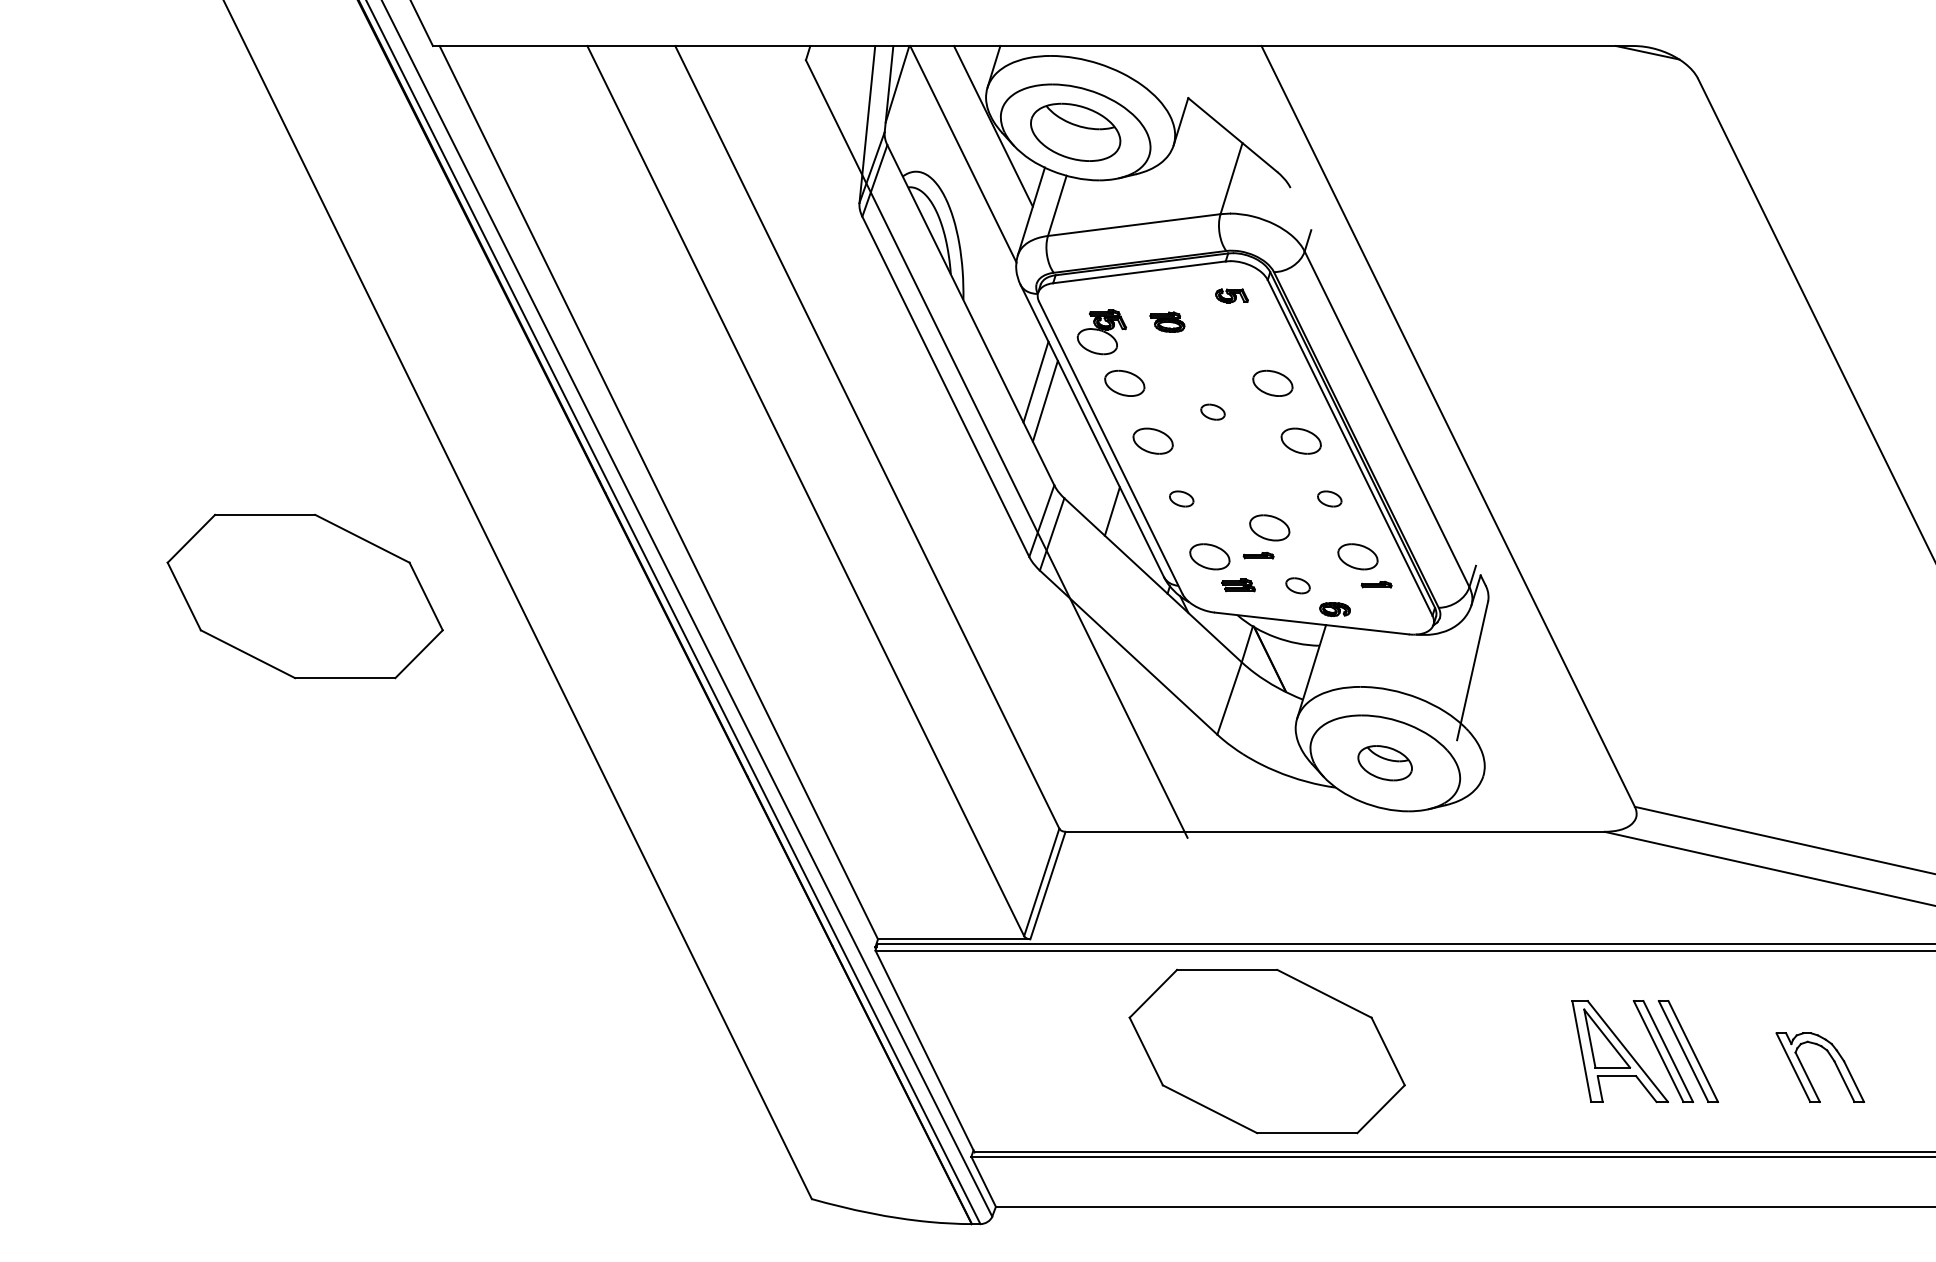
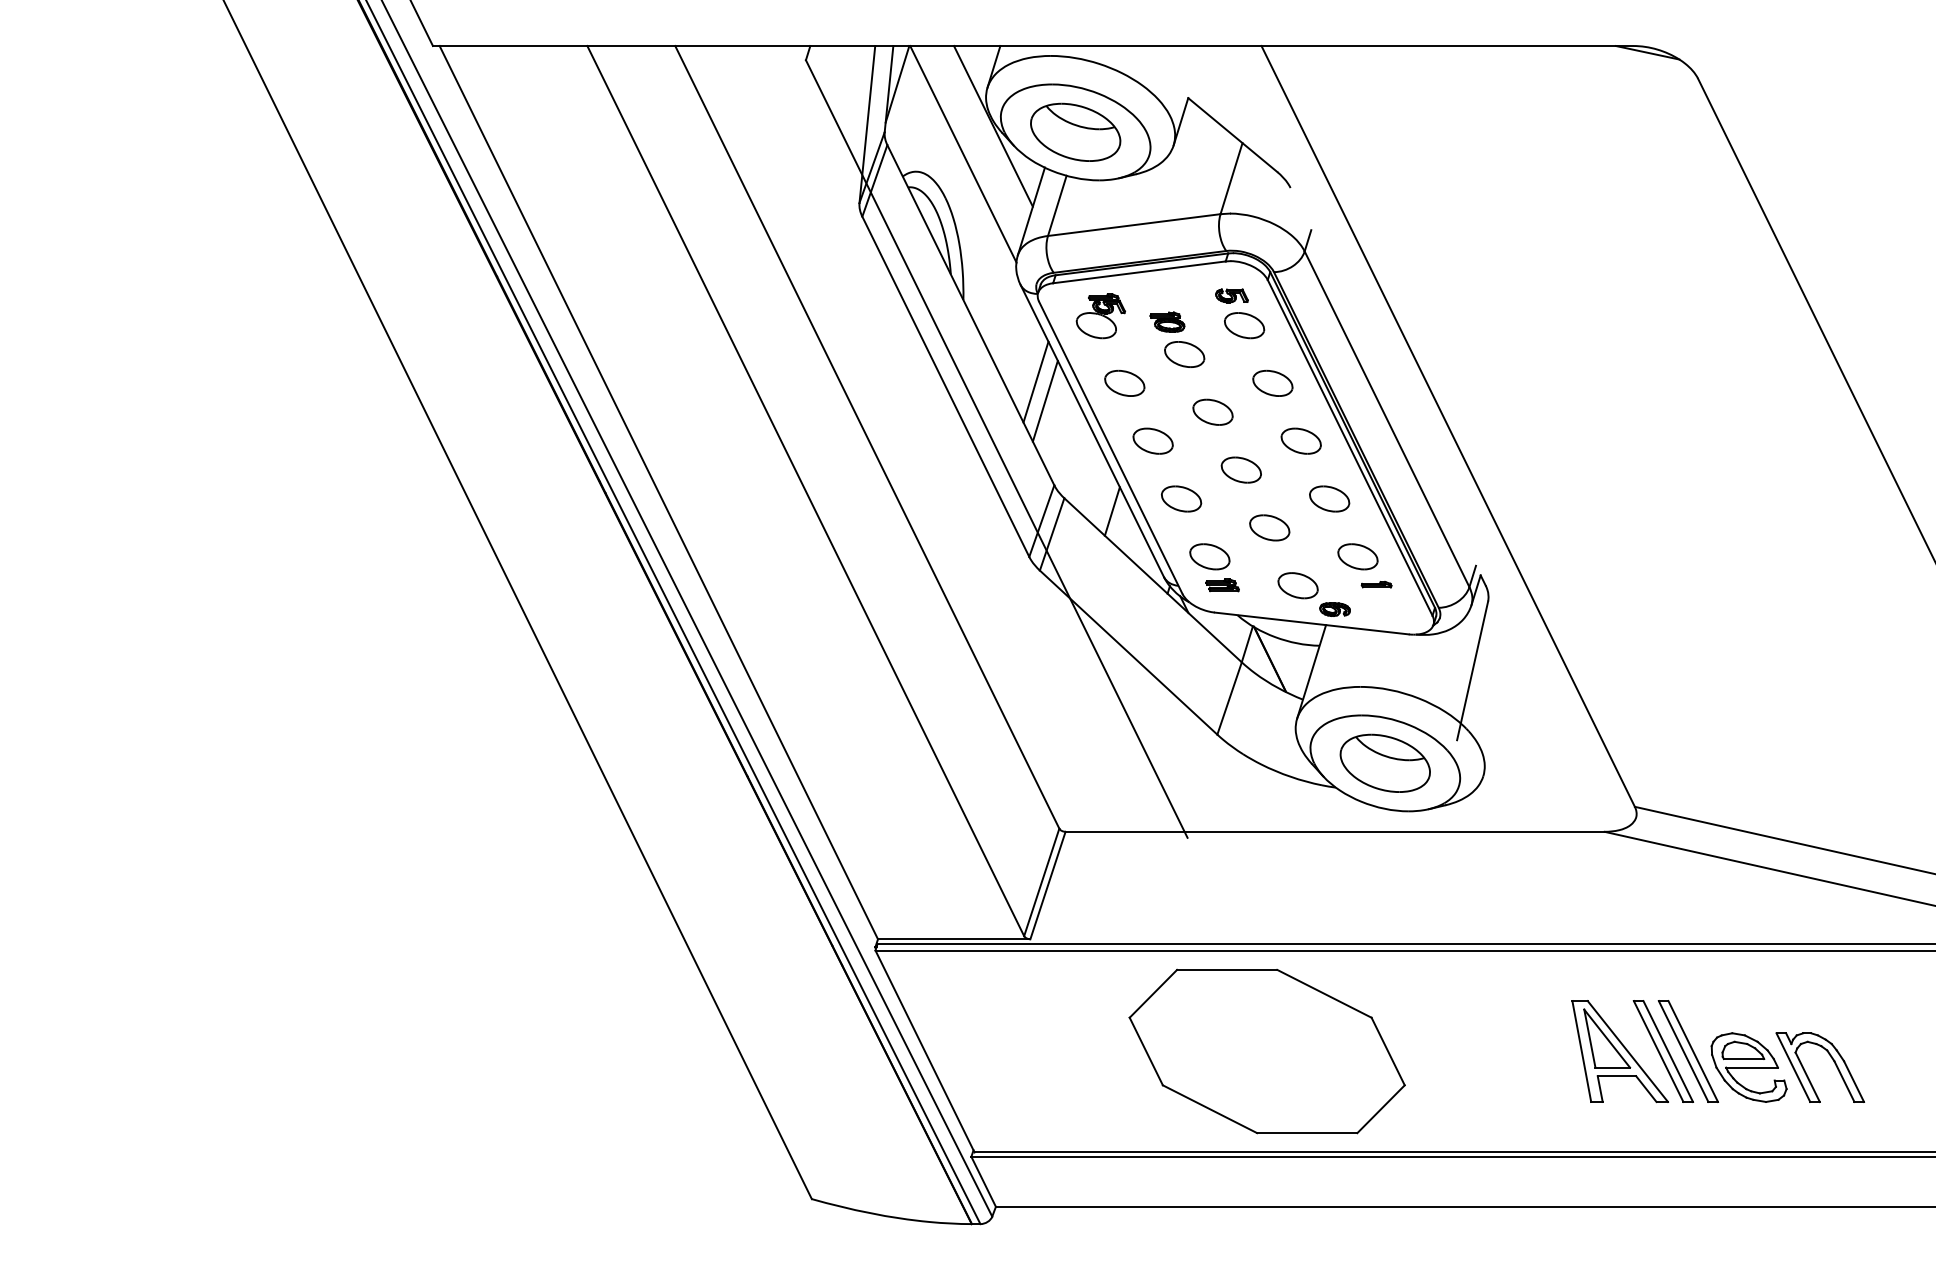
part at (1244, 325): none -> present
part at (1101, 332) position: (1101, 332) -> (1100, 316)
part at (1184, 354): none -> present
part at (1212, 411) size: 26x18 px -> 42x28 px
part at (1240, 469): none -> present
part at (1181, 498) size: 26x18 px -> 42x28 px
part at (1329, 498) size: 26x18 px -> 42x28 px
part at (1258, 555): present -> none
part at (1238, 585) position: (1238, 585) -> (1222, 585)
part at (1297, 585) size: 26x18 px -> 42x28 px
part at (304, 596): present -> none
part at (1384, 763) size: 56x37 px -> 92x60 px
part at (1748, 1067): none -> present
